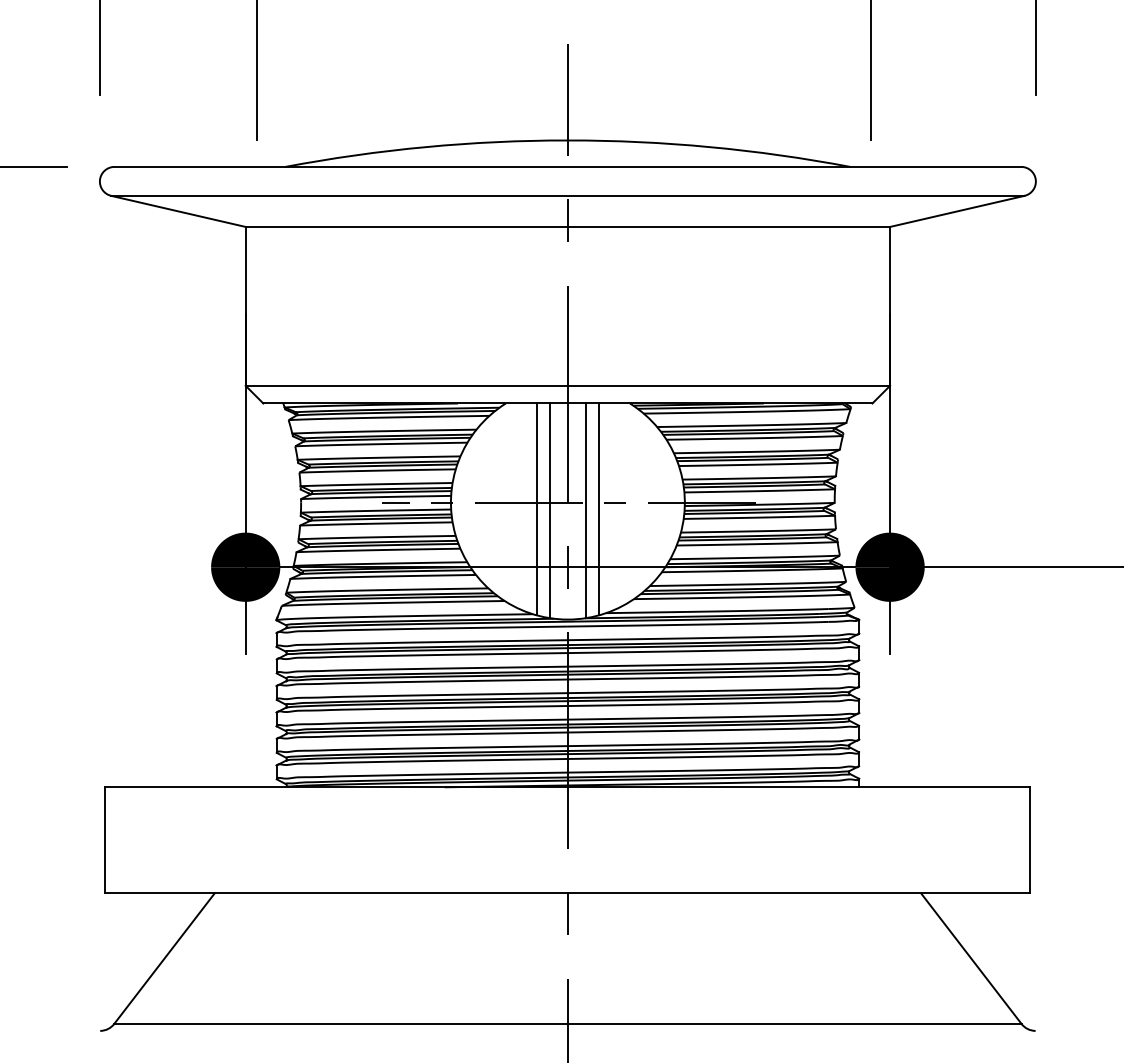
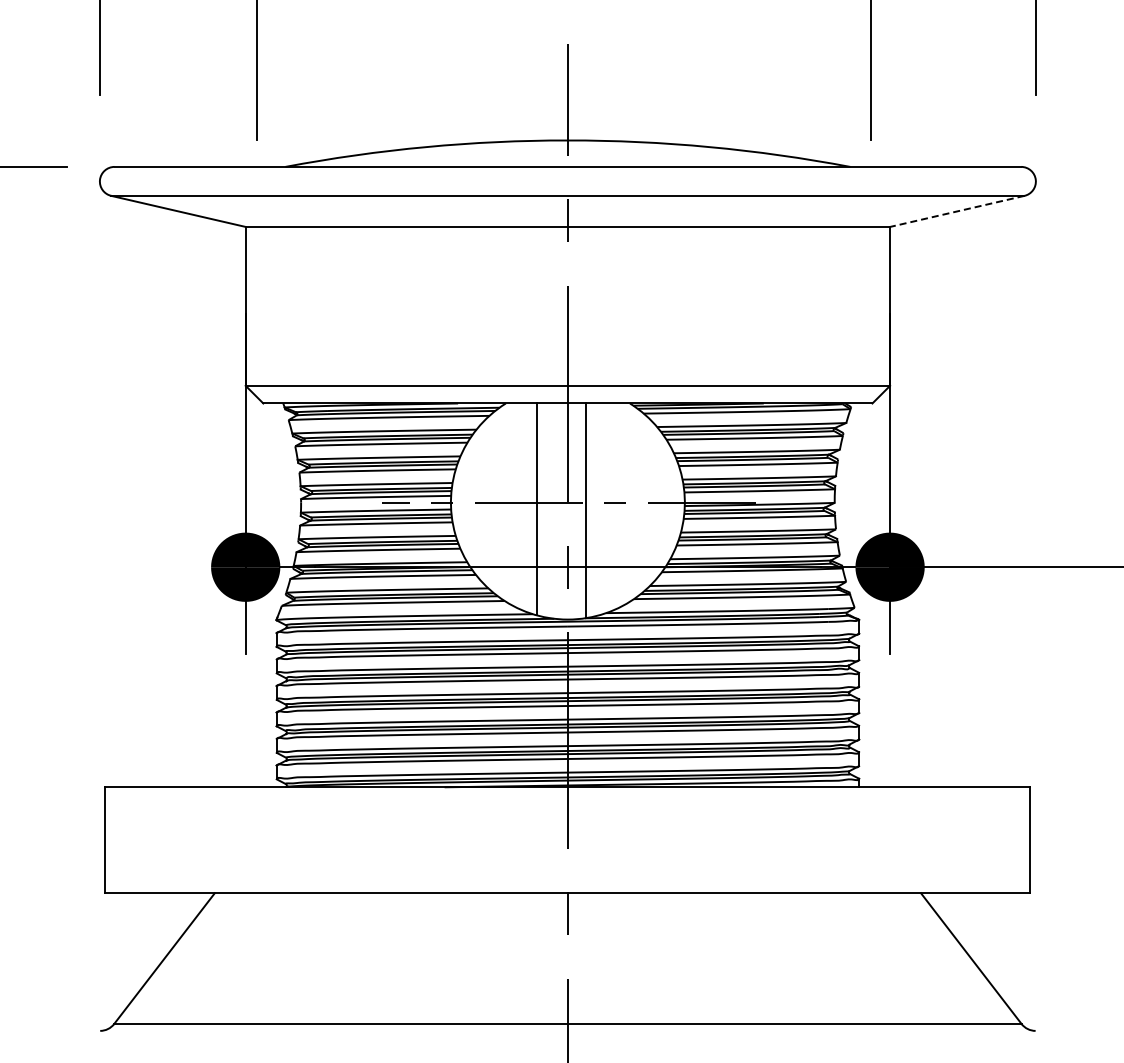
line at (957, 211): solid -> dashed
line at (598, 509): present -> none
line at (550, 510): present -> none
